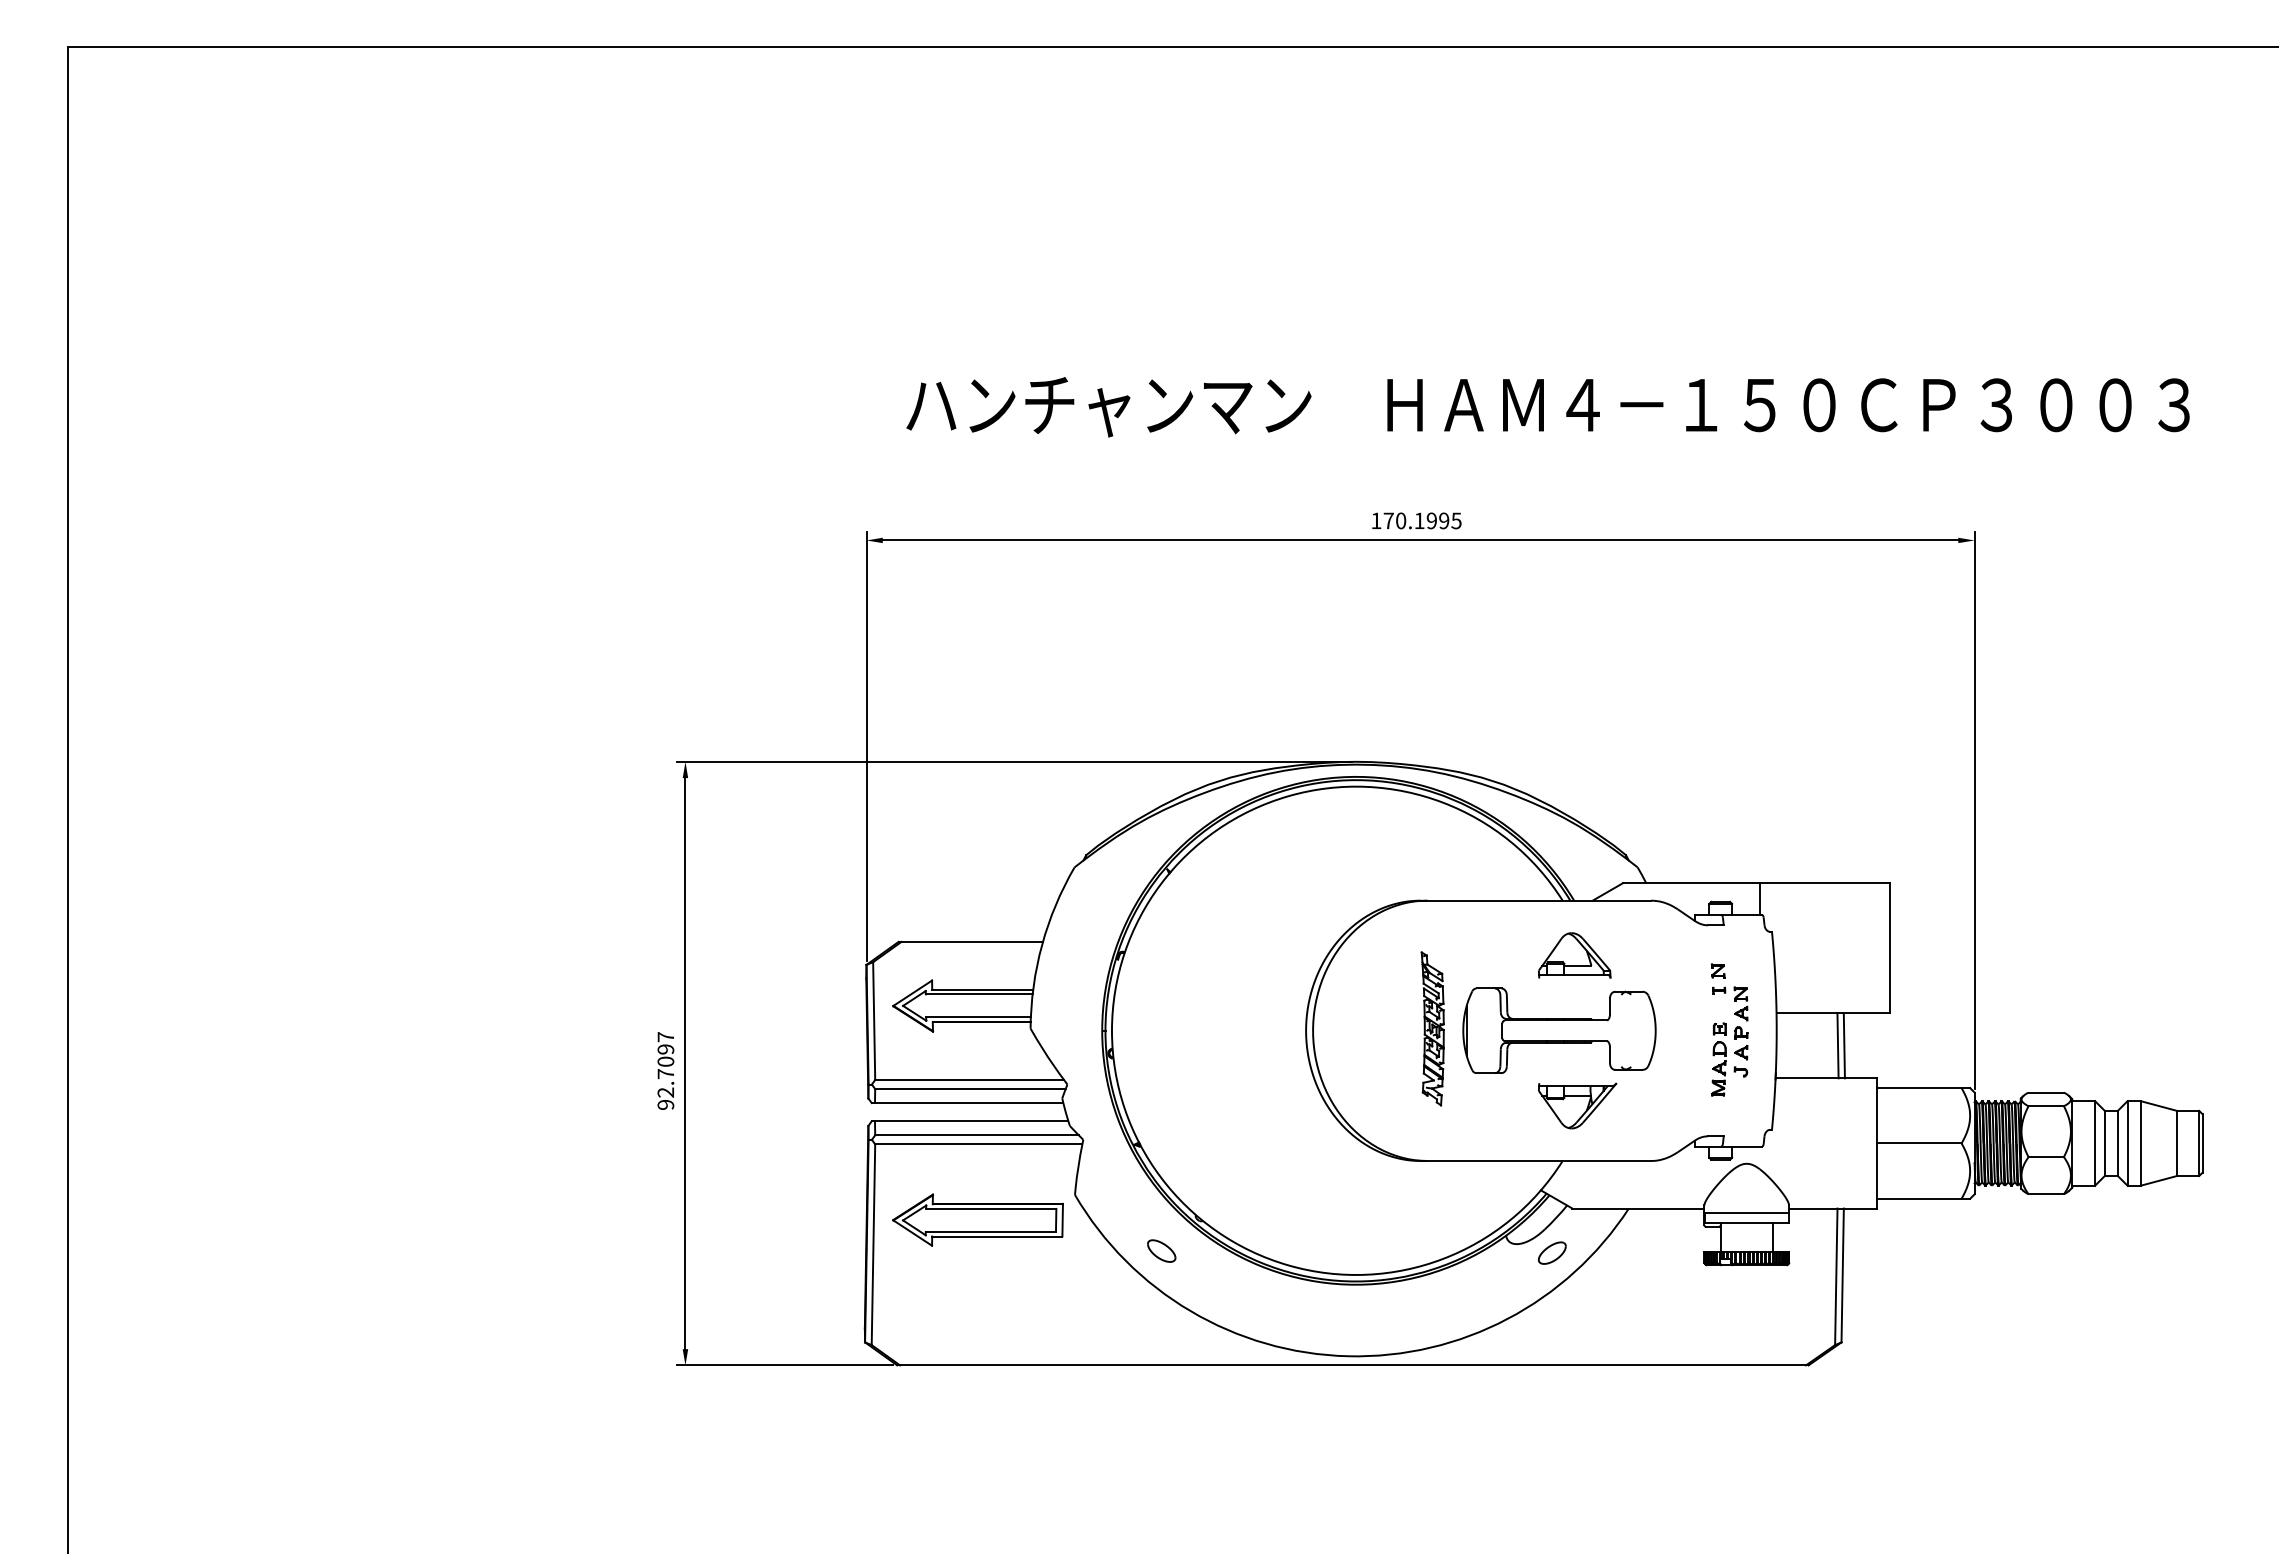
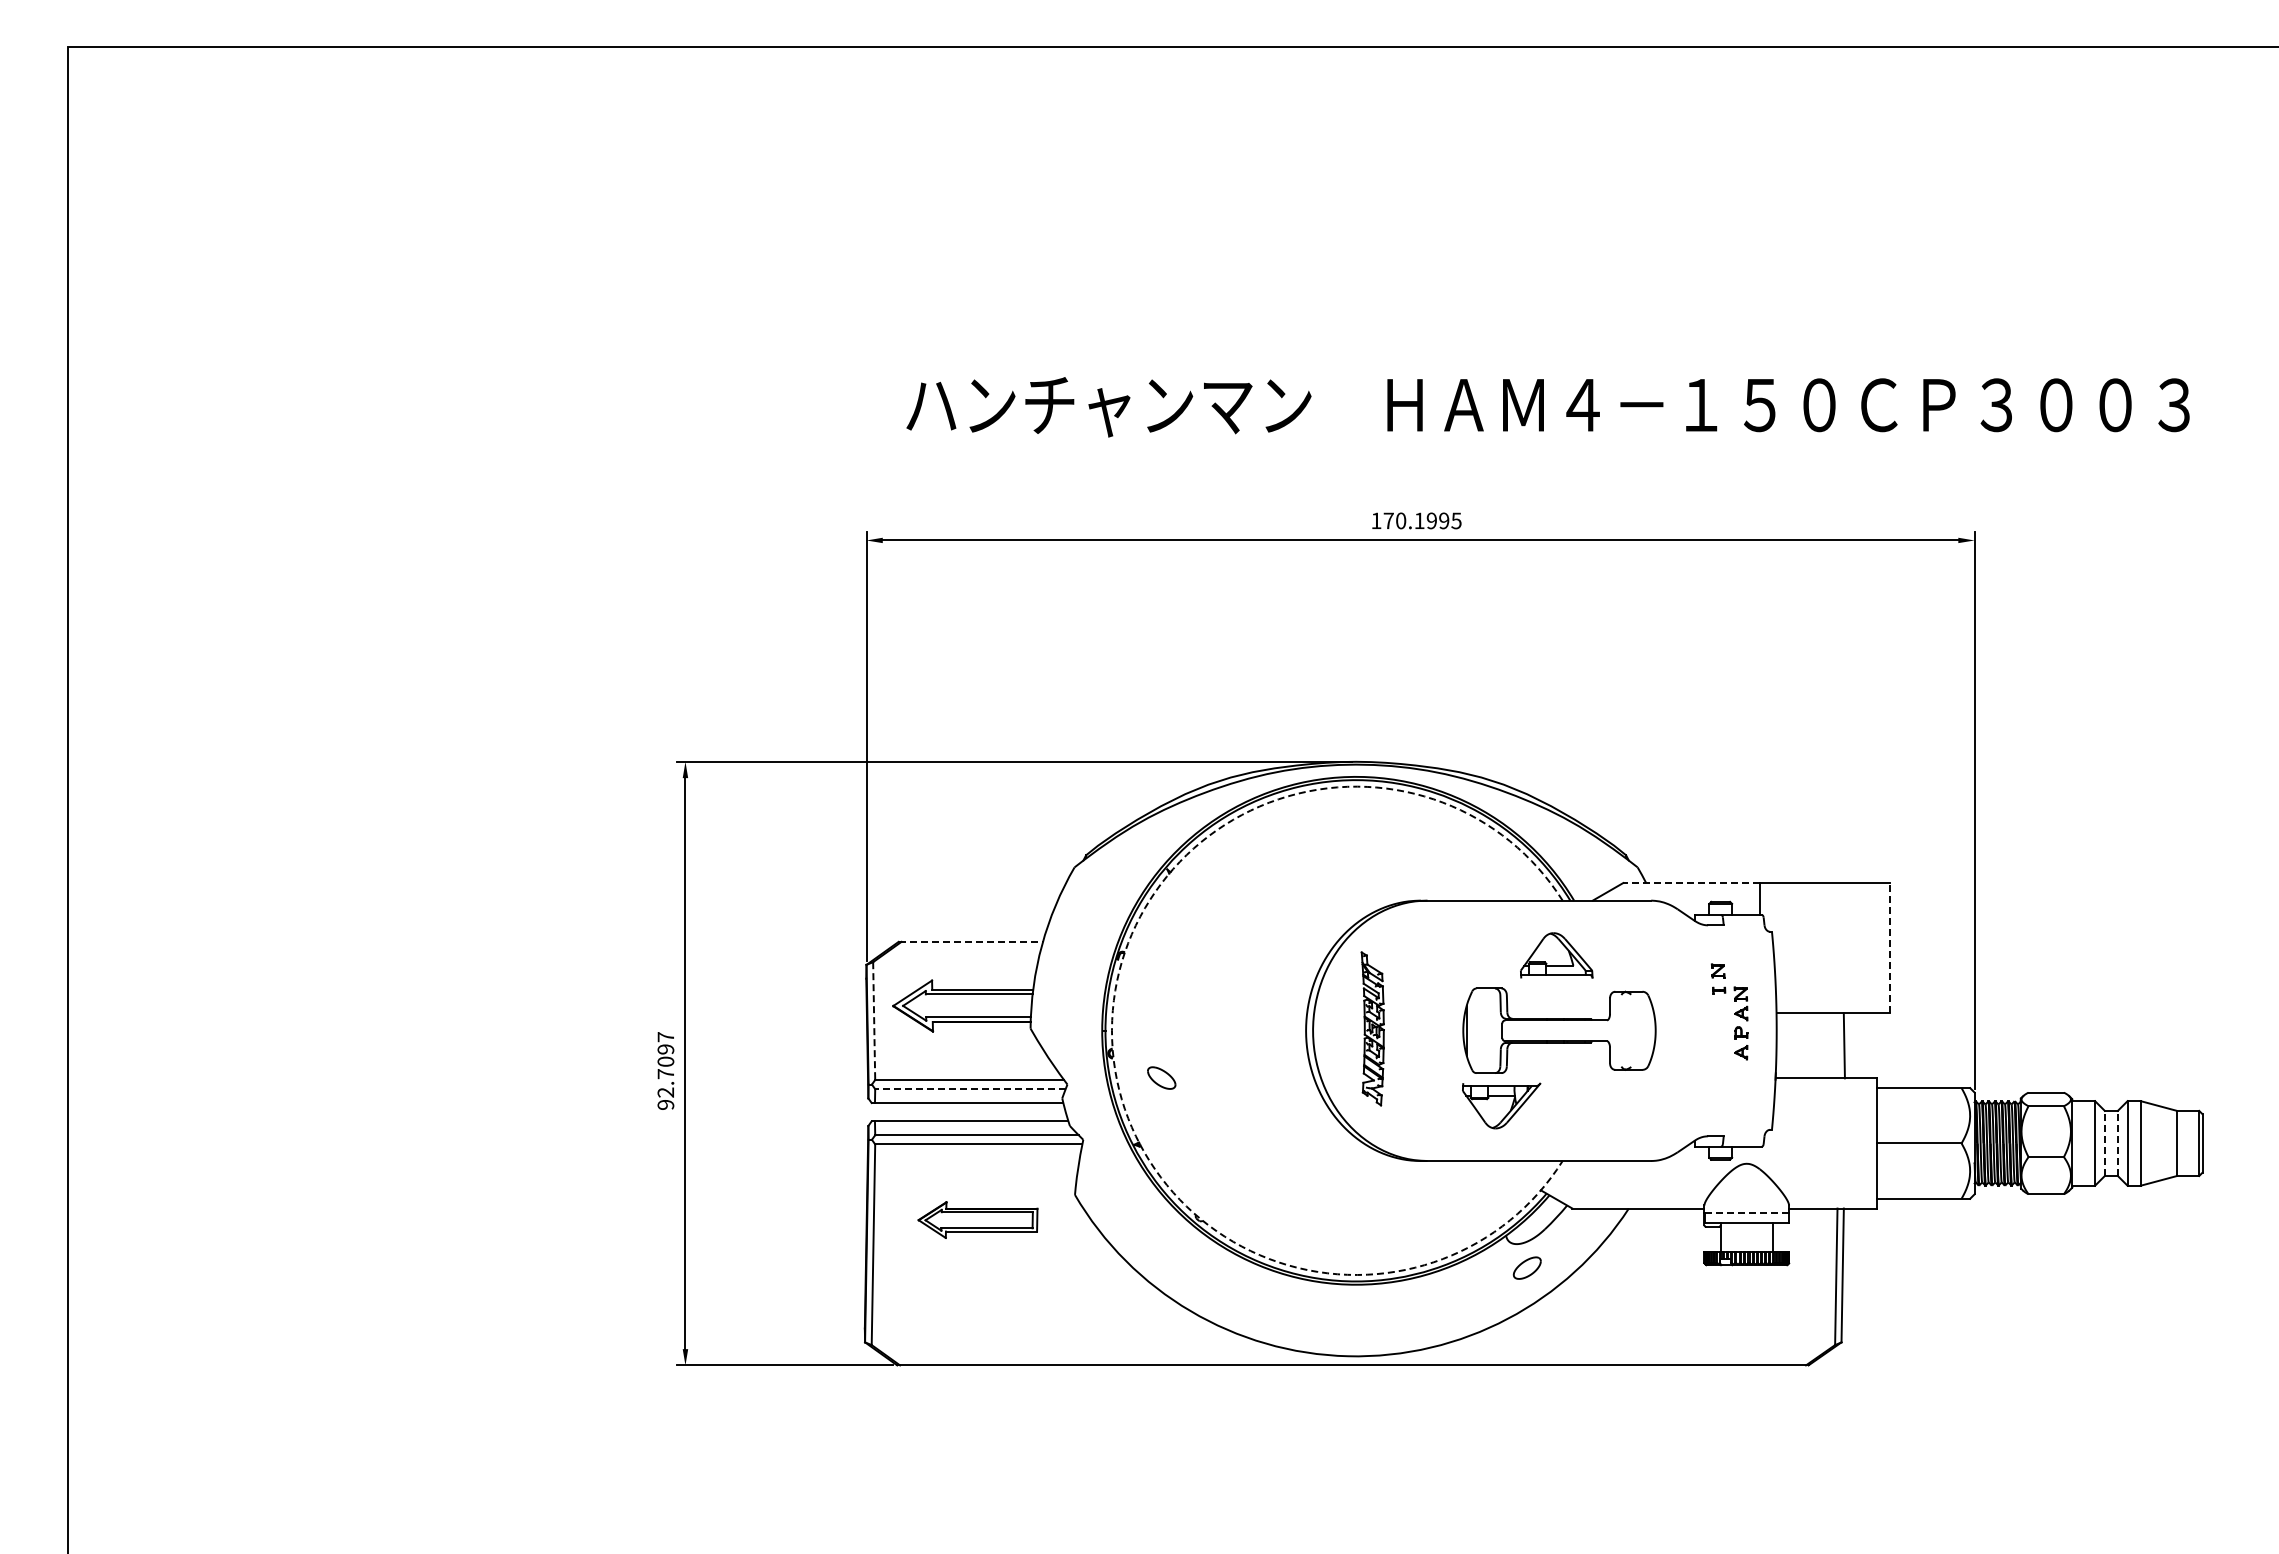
line at (1691, 883): solid -> dashed
line at (971, 941): solid -> dashed
line at (1889, 947): solid -> dashed
part at (1574, 955) position: (1574, 955) -> (1556, 955)
line at (874, 1021): solid -> dashed
part at (1432, 1028) position: (1432, 1028) -> (1372, 1028)
arc at (1111, 1030): solid -> dashed
line at (1837, 1045): present -> none
part at (1729, 1059): present -> none
line at (969, 1089): solid -> dashed
part at (1577, 1105) position: (1577, 1105) -> (1501, 1105)
line at (2104, 1143): solid -> dashed
line at (2117, 1143): solid -> dashed
line at (1747, 1213): solid -> dashed
part at (977, 1219) size: 172x54 px -> 122x38 px
part at (1161, 1250) position: (1161, 1250) -> (1161, 1077)
part at (1551, 1252) position: (1551, 1252) -> (1526, 1267)
